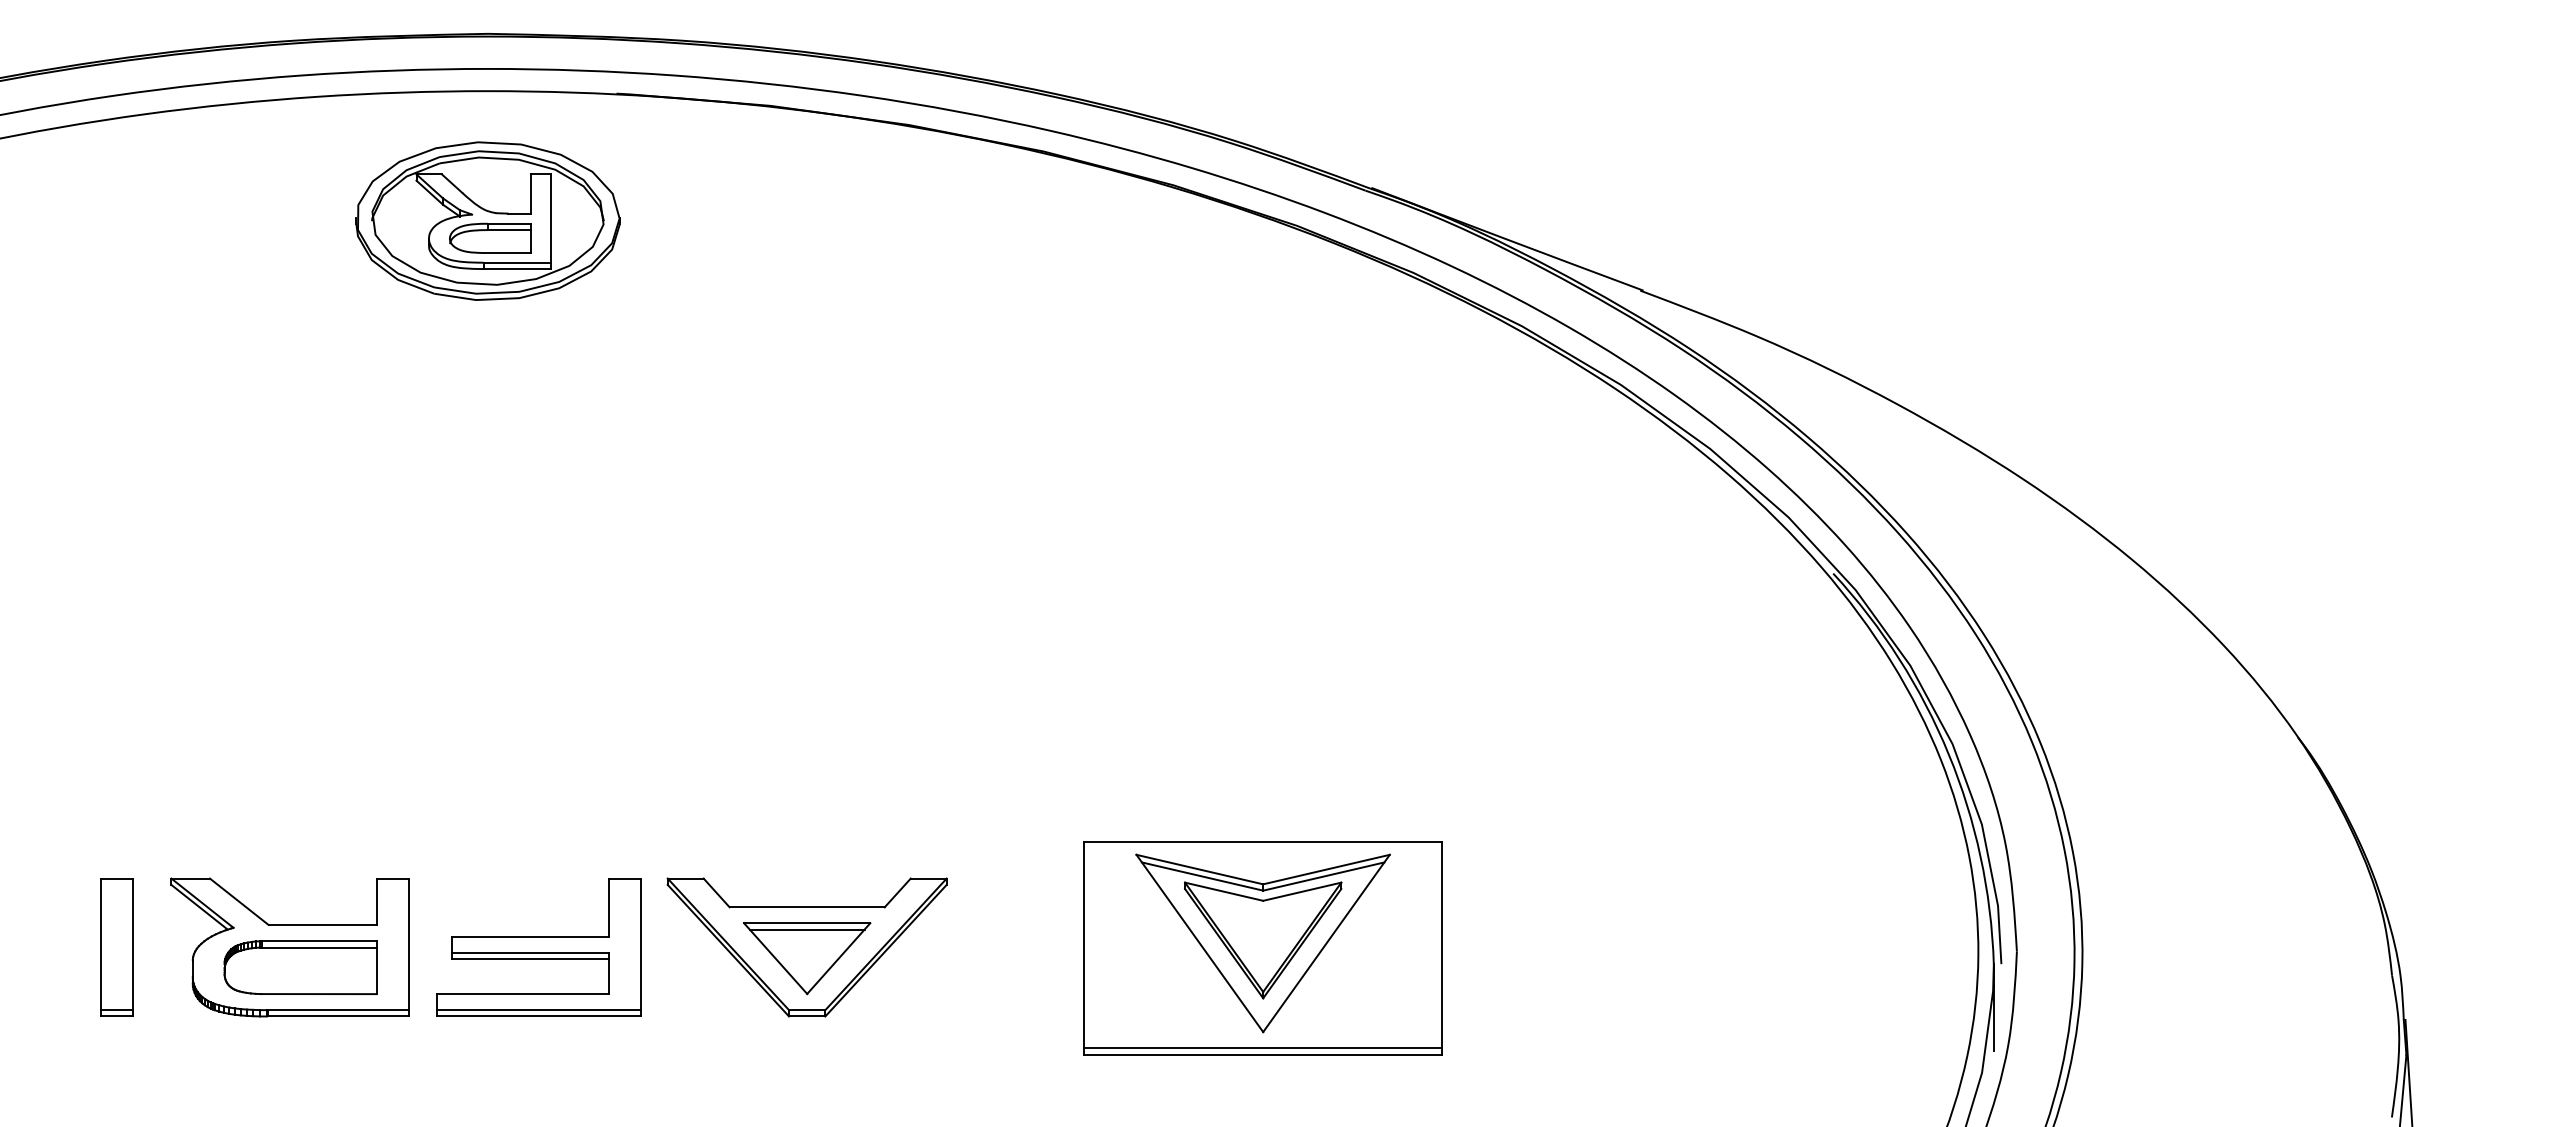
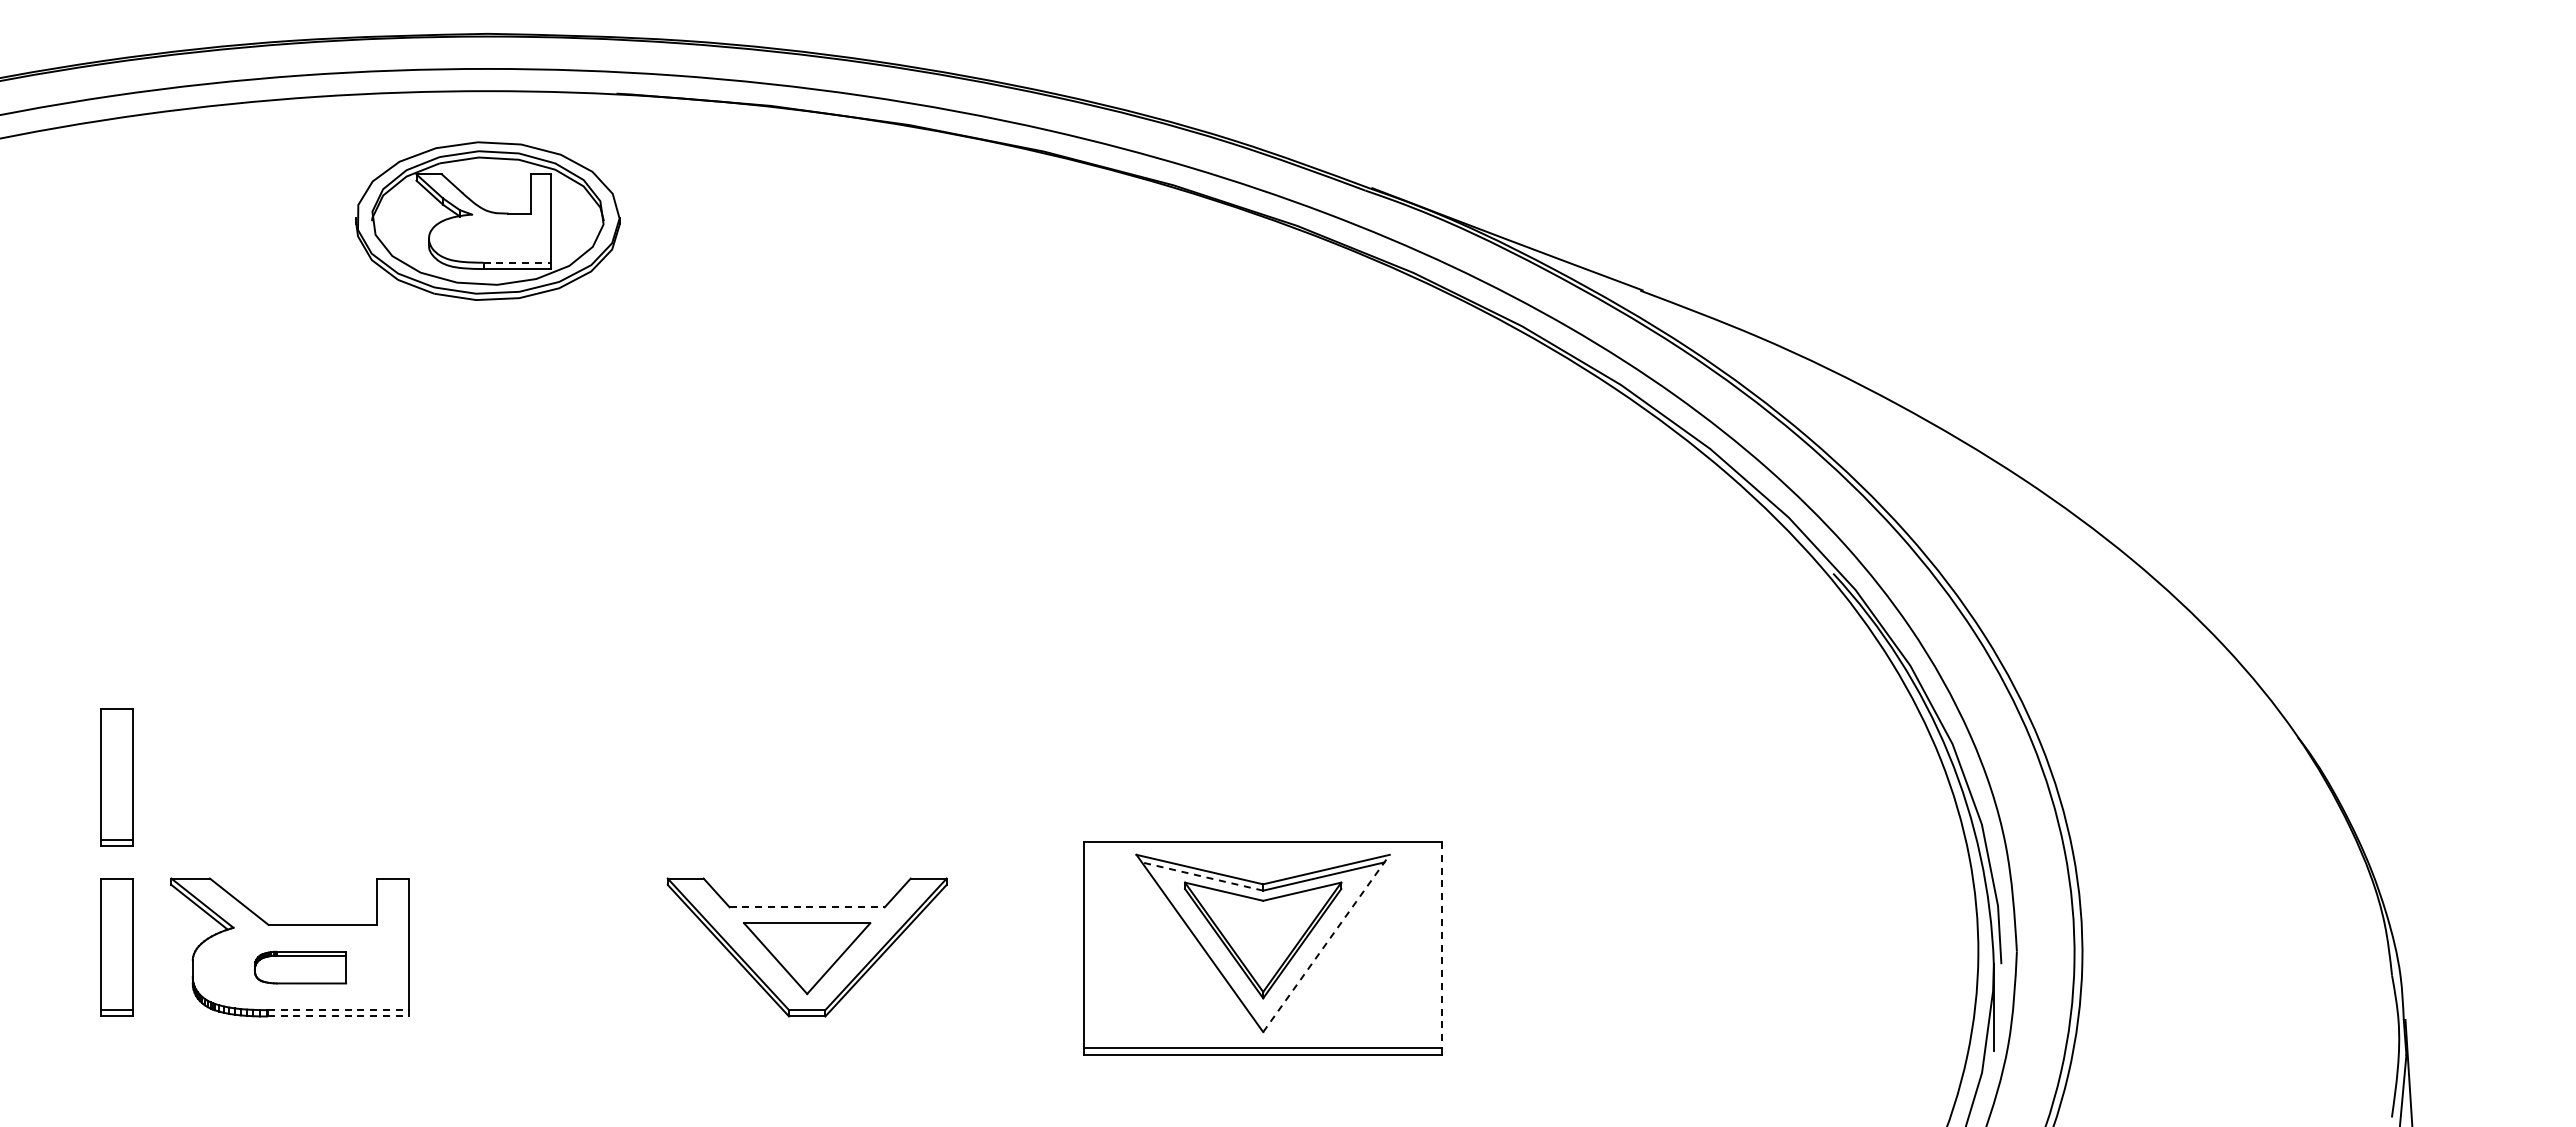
part at (490, 237): present -> none
line at (517, 262): solid -> dashed
part at (116, 777): none -> present
line at (1202, 876): solid -> dashed
line at (807, 907): solid -> dashed
line at (806, 929): present -> none
line at (1326, 943): solid -> dashed
line at (1441, 945): solid -> dashed
part at (538, 947): present -> none
part at (300, 967) size: 155x55 px -> 94x35 px
line at (338, 1010): solid -> dashed
line at (338, 1016): solid -> dashed
